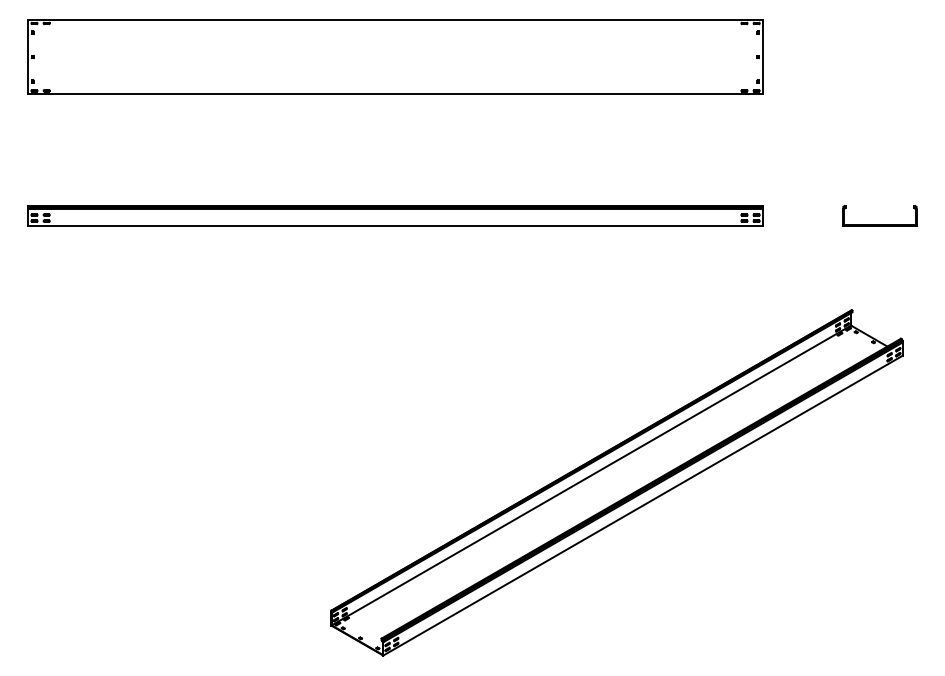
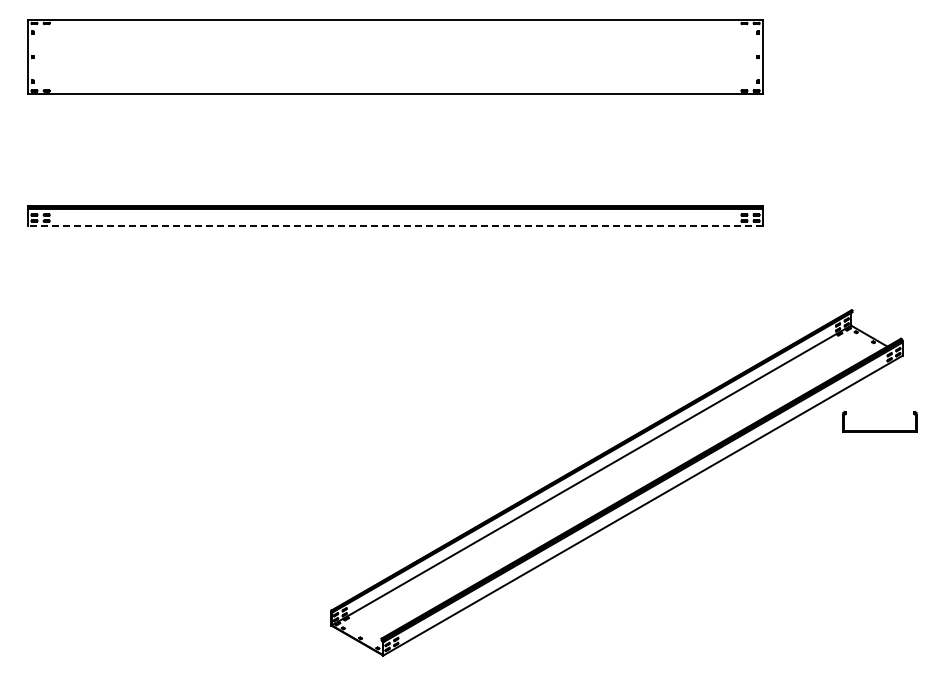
part at (879, 224) position: (879, 224) -> (879, 430)
line at (395, 225): solid -> dashed
